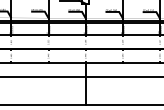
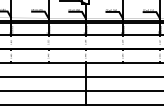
line at (81, 91): none -> present
